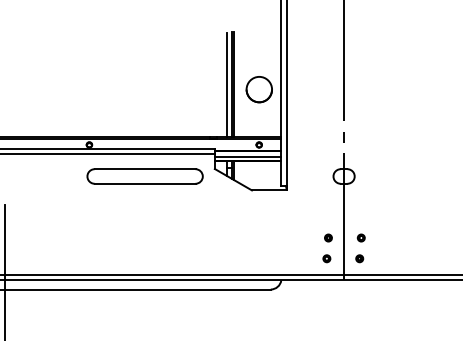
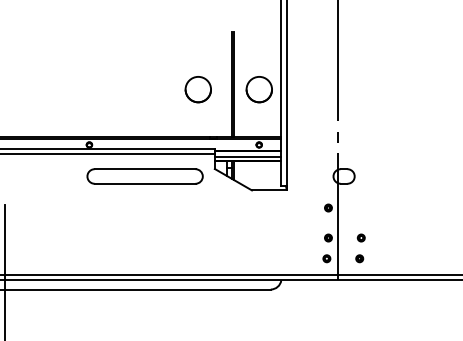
line at (227, 84): present -> none
circle at (197, 89): none -> present
line at (344, 141) position: (344, 141) -> (338, 141)
part at (328, 207): none -> present
